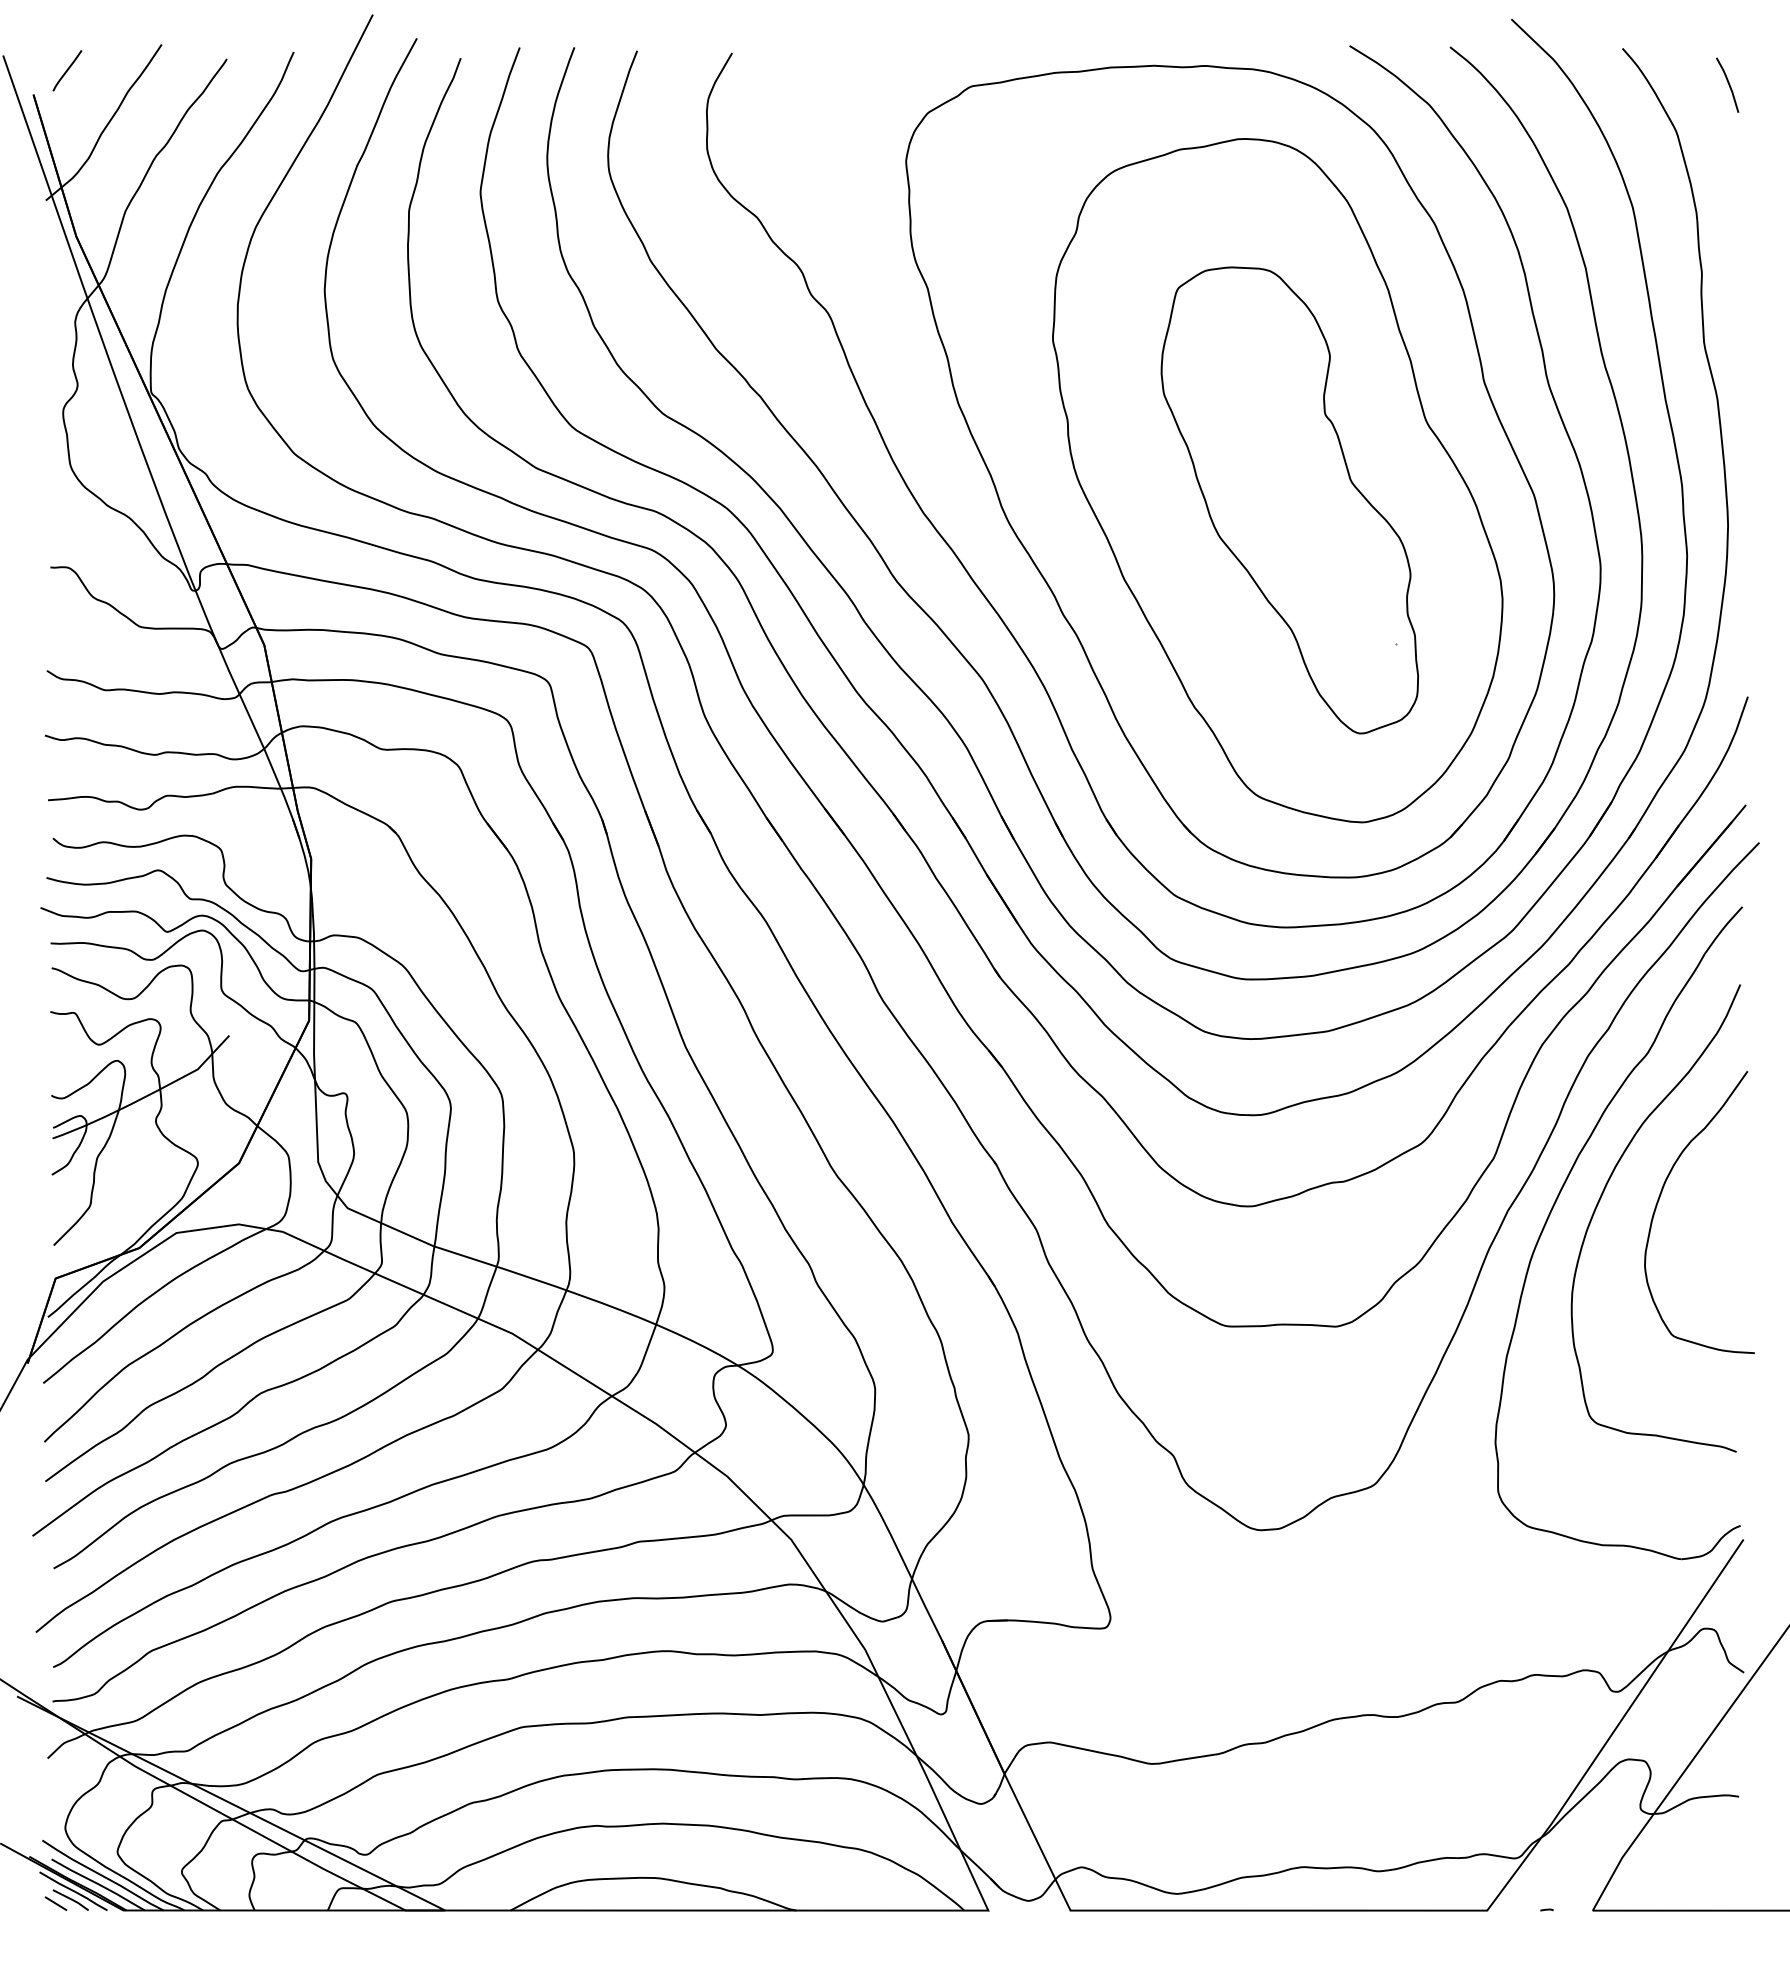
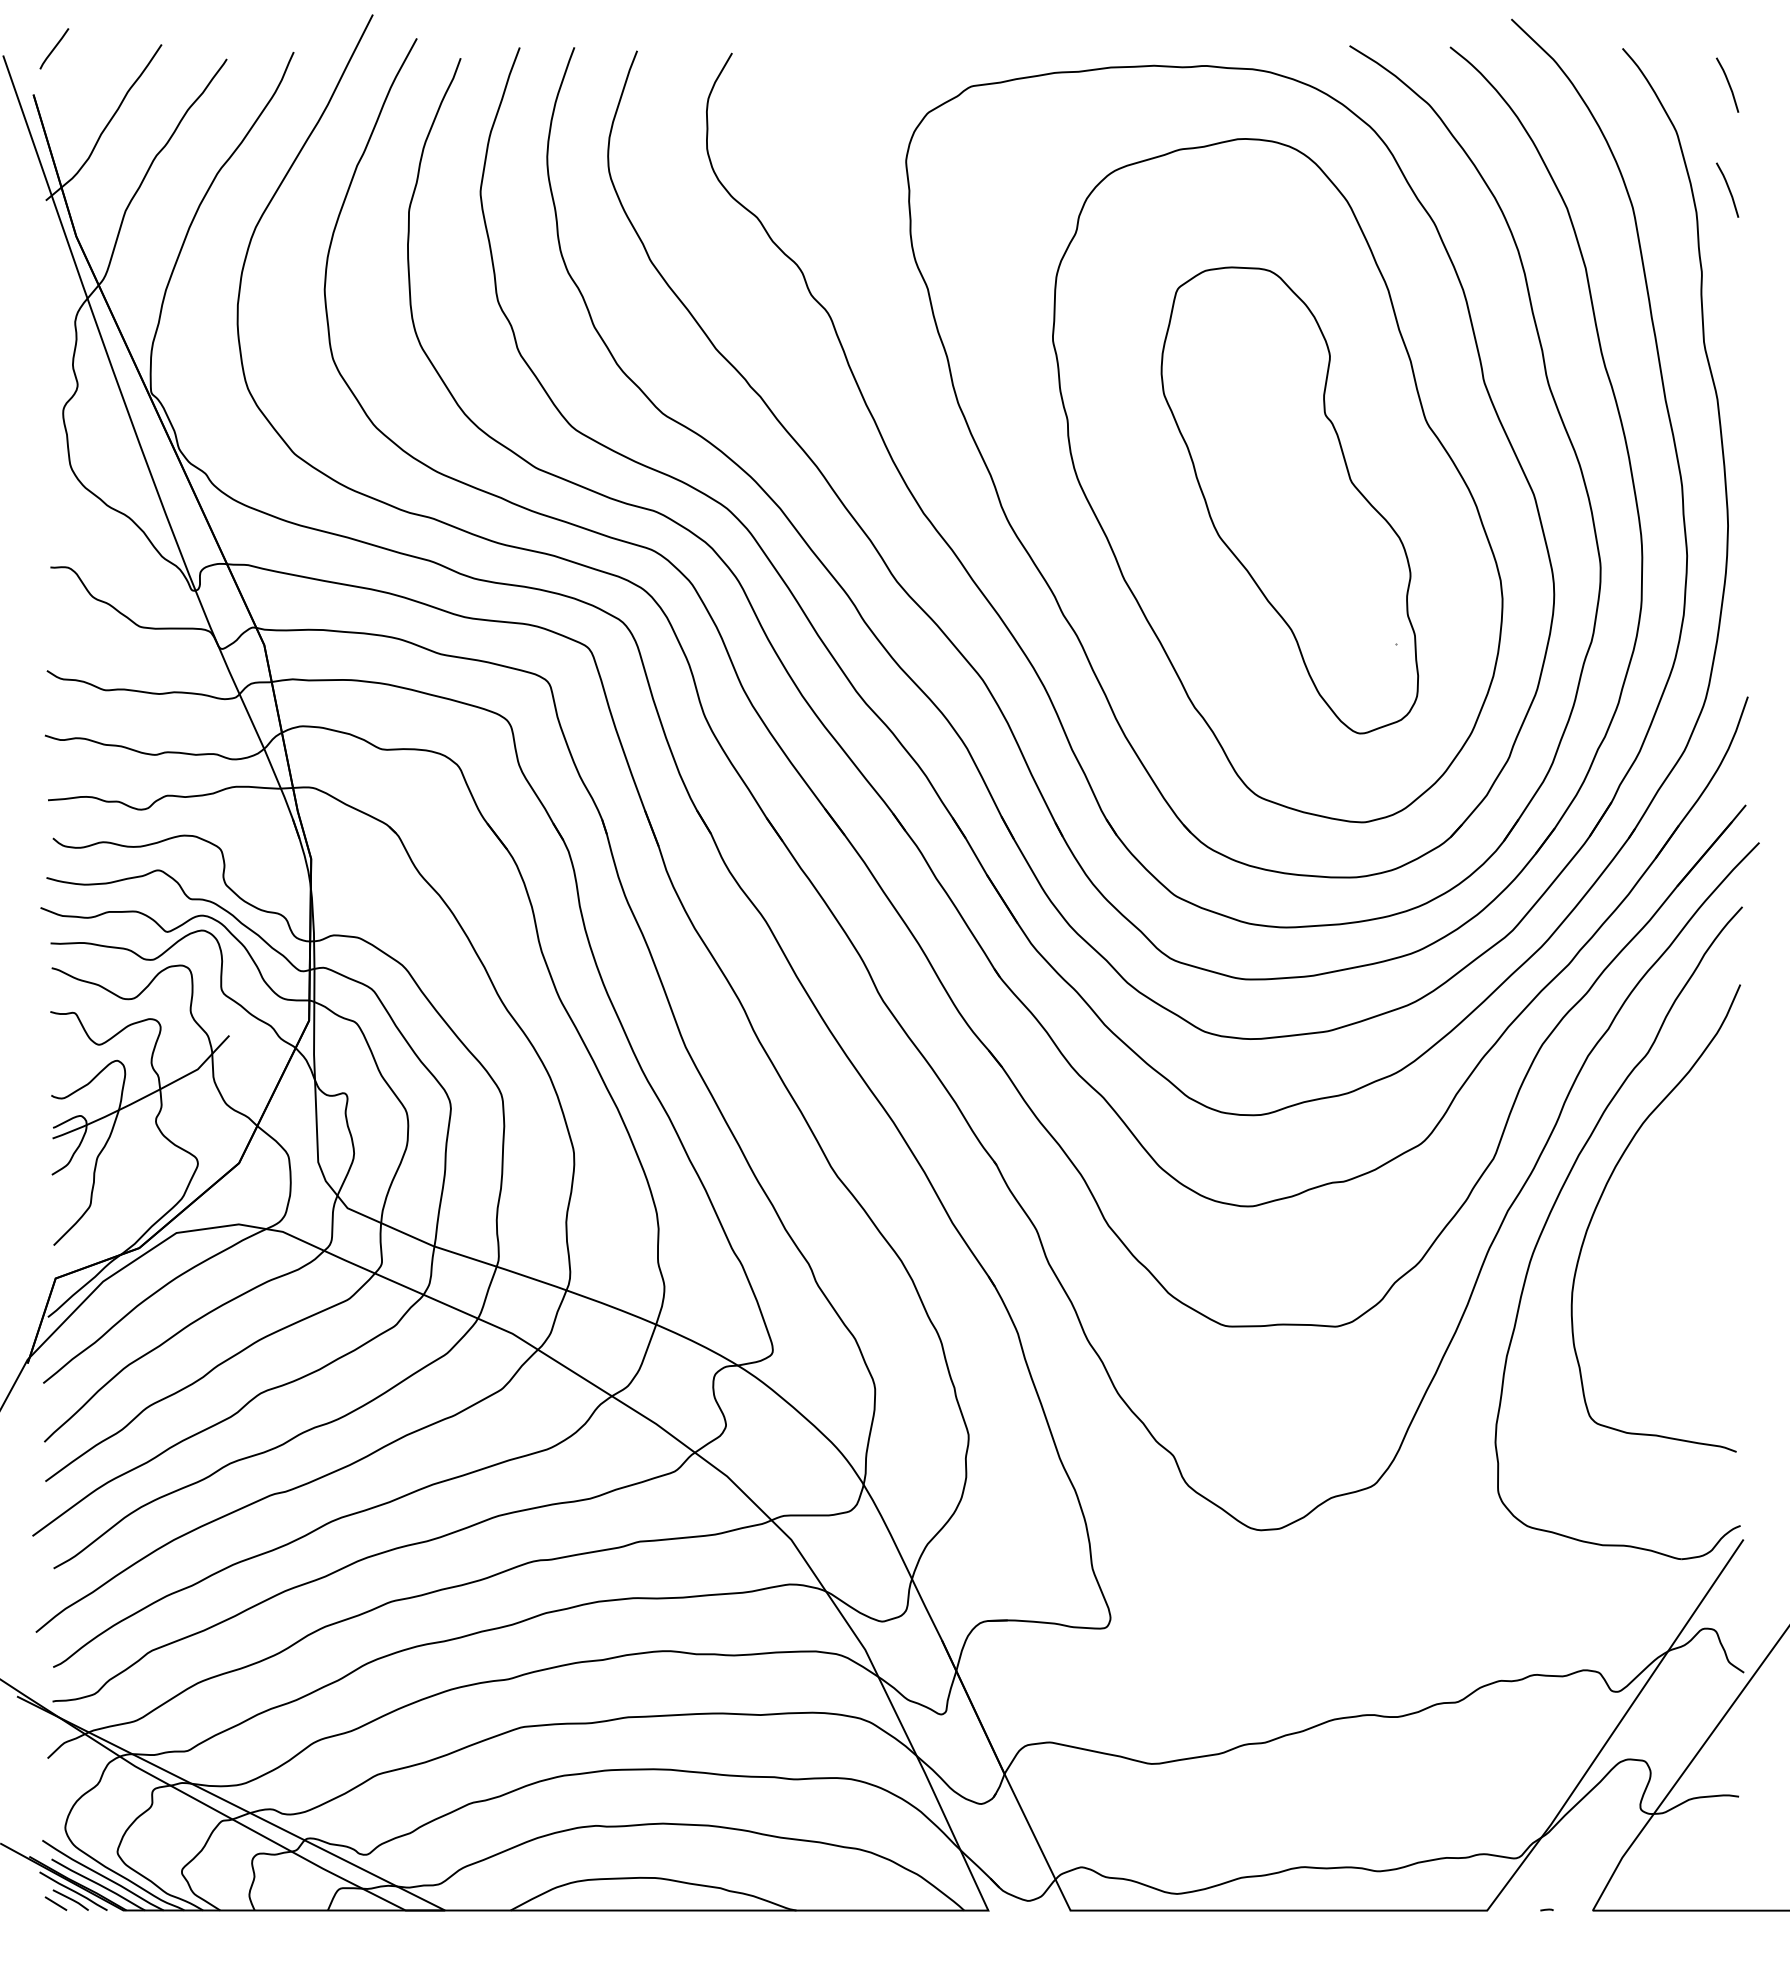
line at (67, 70) position: (67, 70) -> (54, 48)
line at (1727, 188): none -> present
curve at (1659, 1200): present -> none
